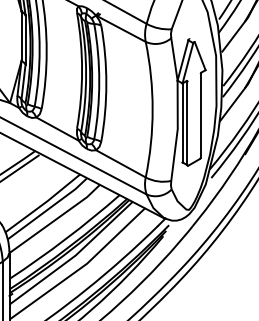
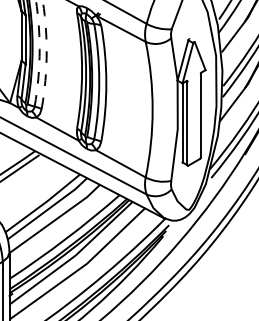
arc at (39, 53): solid -> dashed
arc at (46, 54): solid -> dashed
